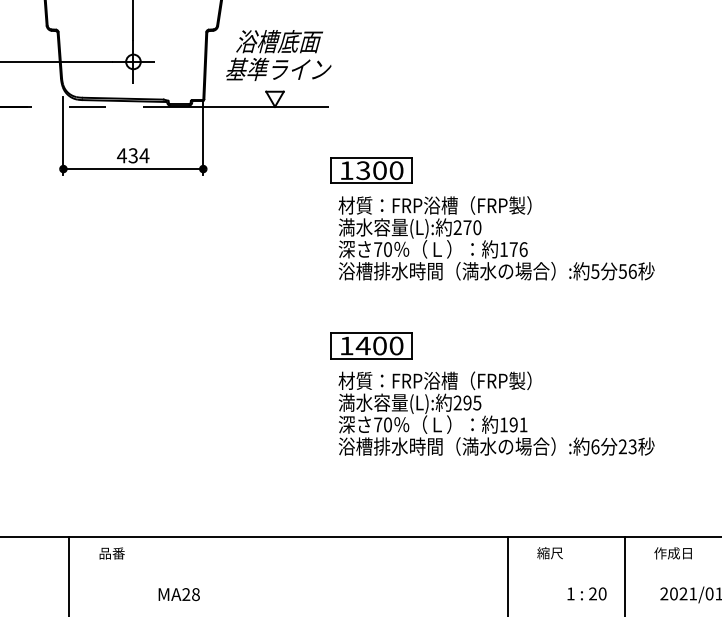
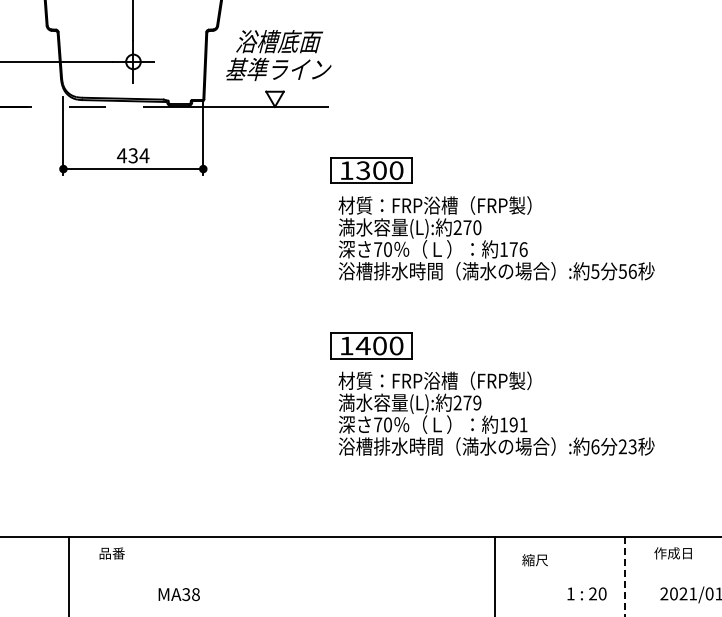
text at (472, 402): 295 -> 279
text at (549, 553) position: (549, 553) -> (534, 560)
line at (507, 575) position: (507, 575) -> (494, 575)
line at (624, 576): solid -> dashed
text at (186, 594): MA28 -> MA38
